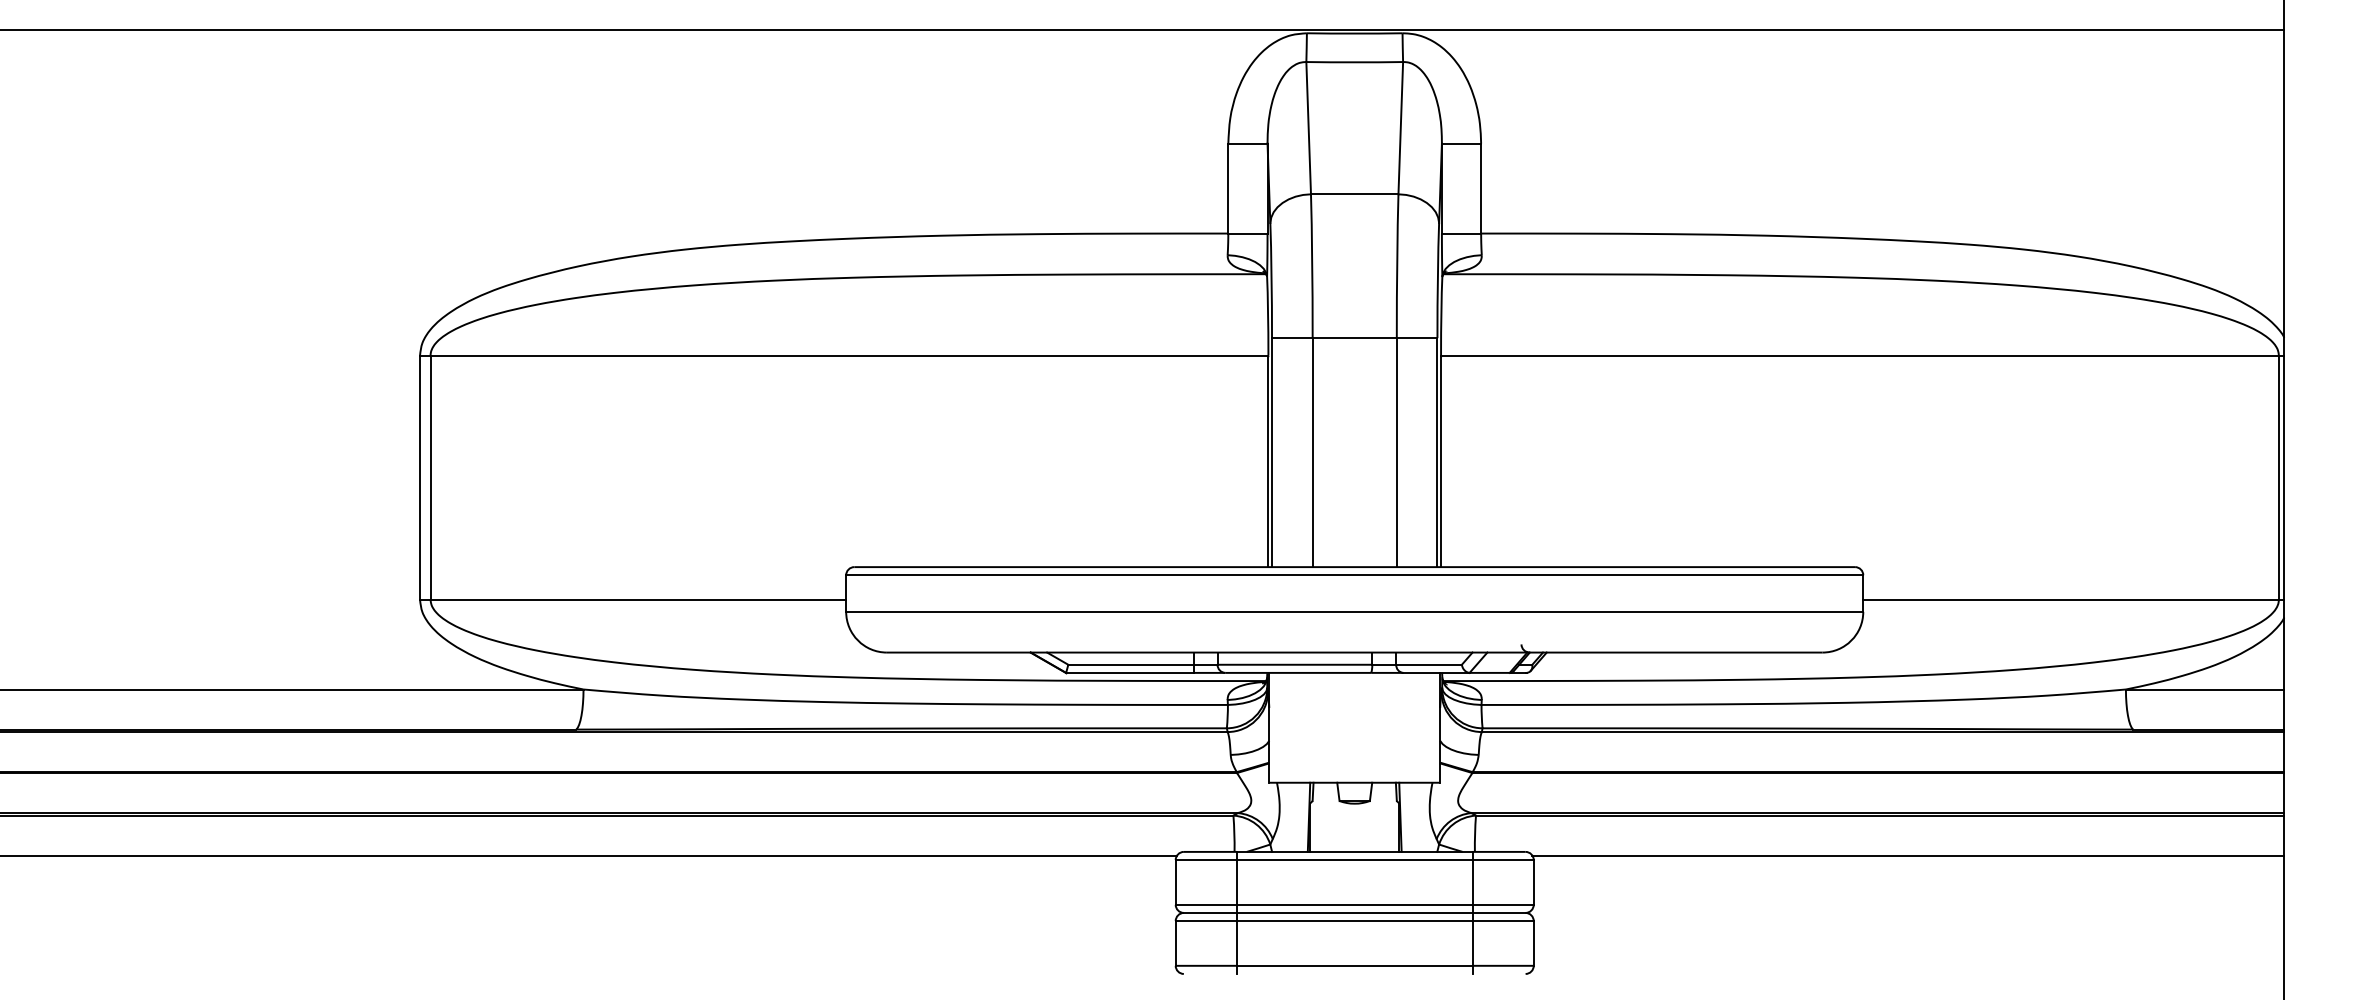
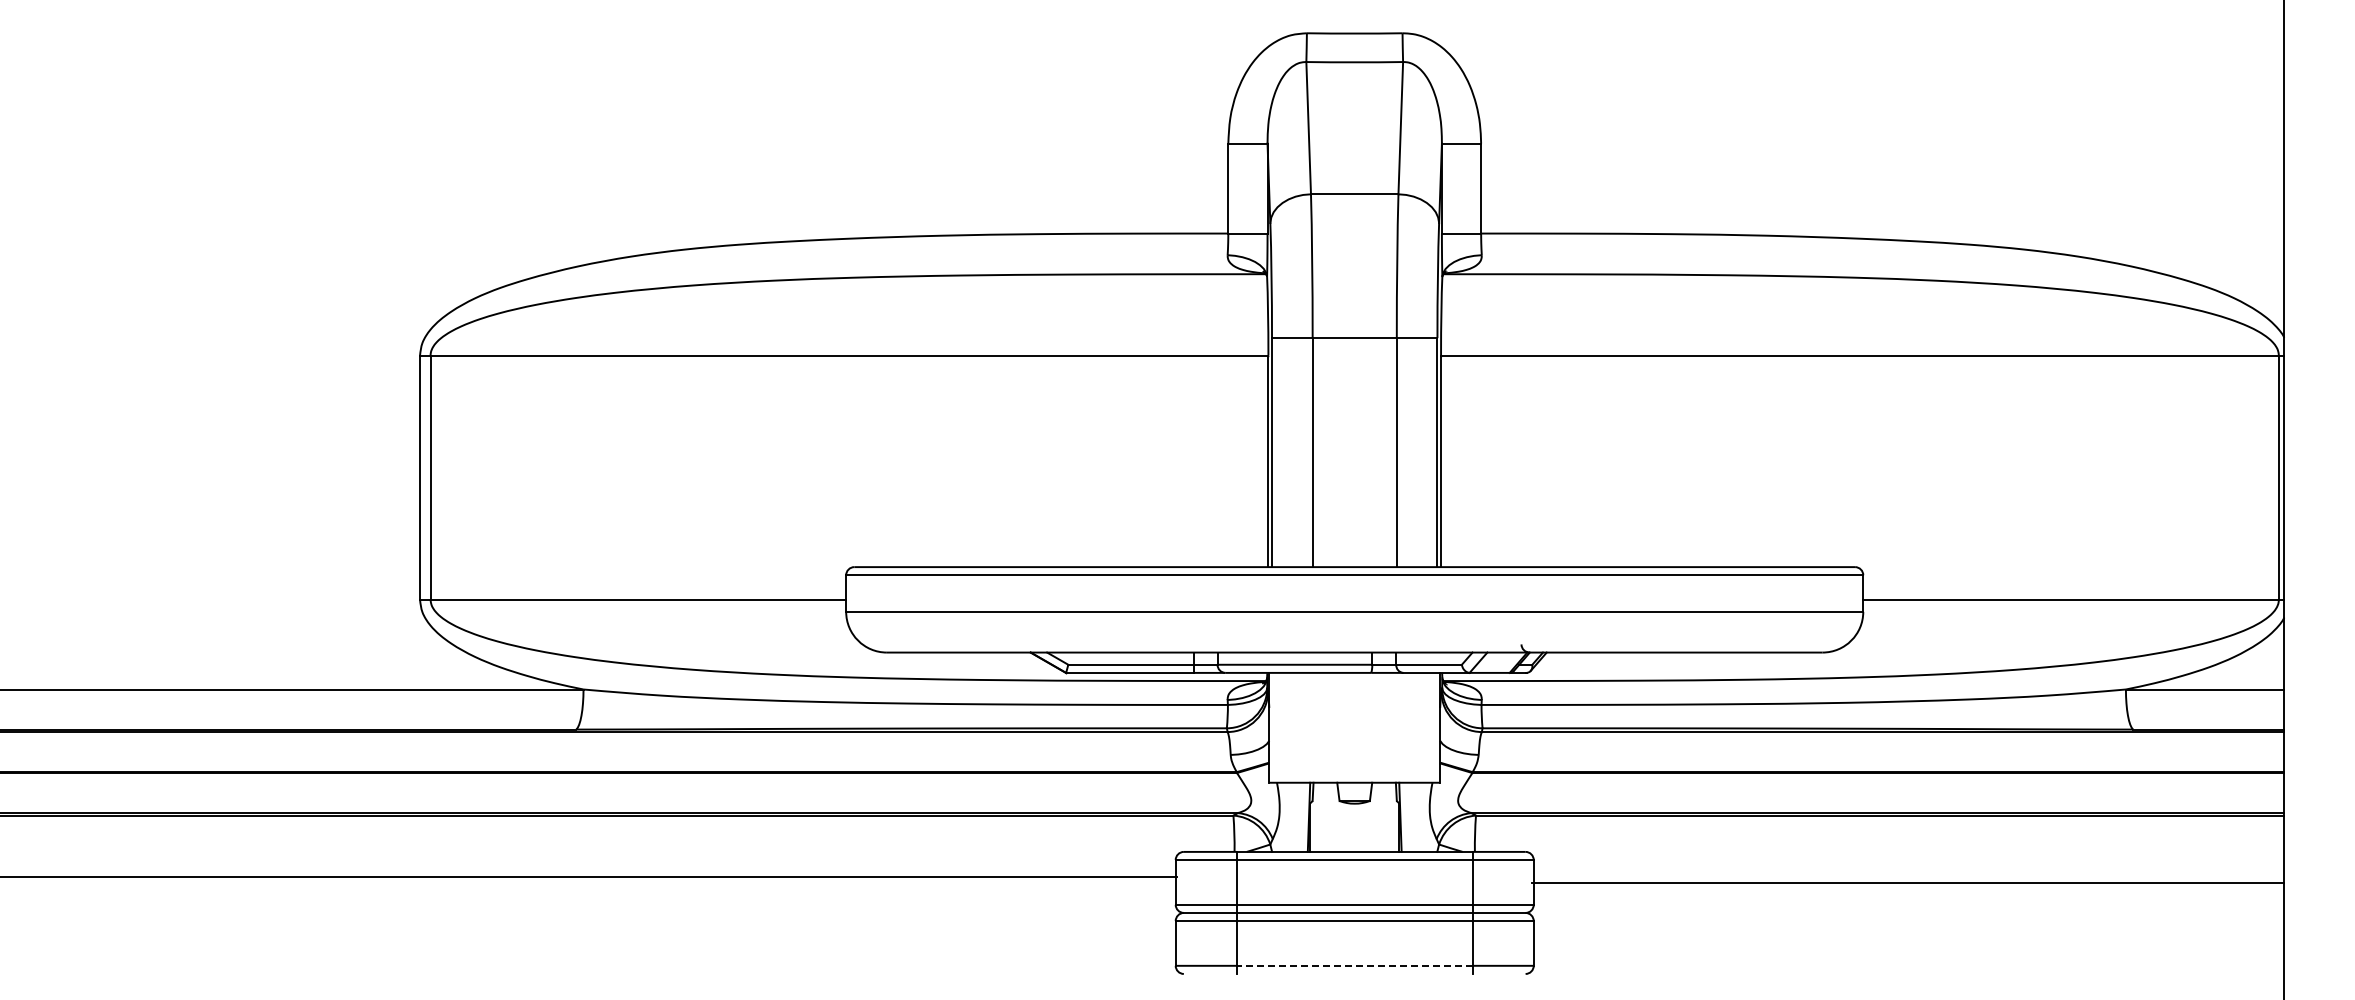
line at (1143, 30): present -> none
line at (589, 855) position: (589, 855) -> (589, 876)
line at (1908, 855) position: (1908, 855) -> (1908, 882)
line at (1354, 965): solid -> dashed
